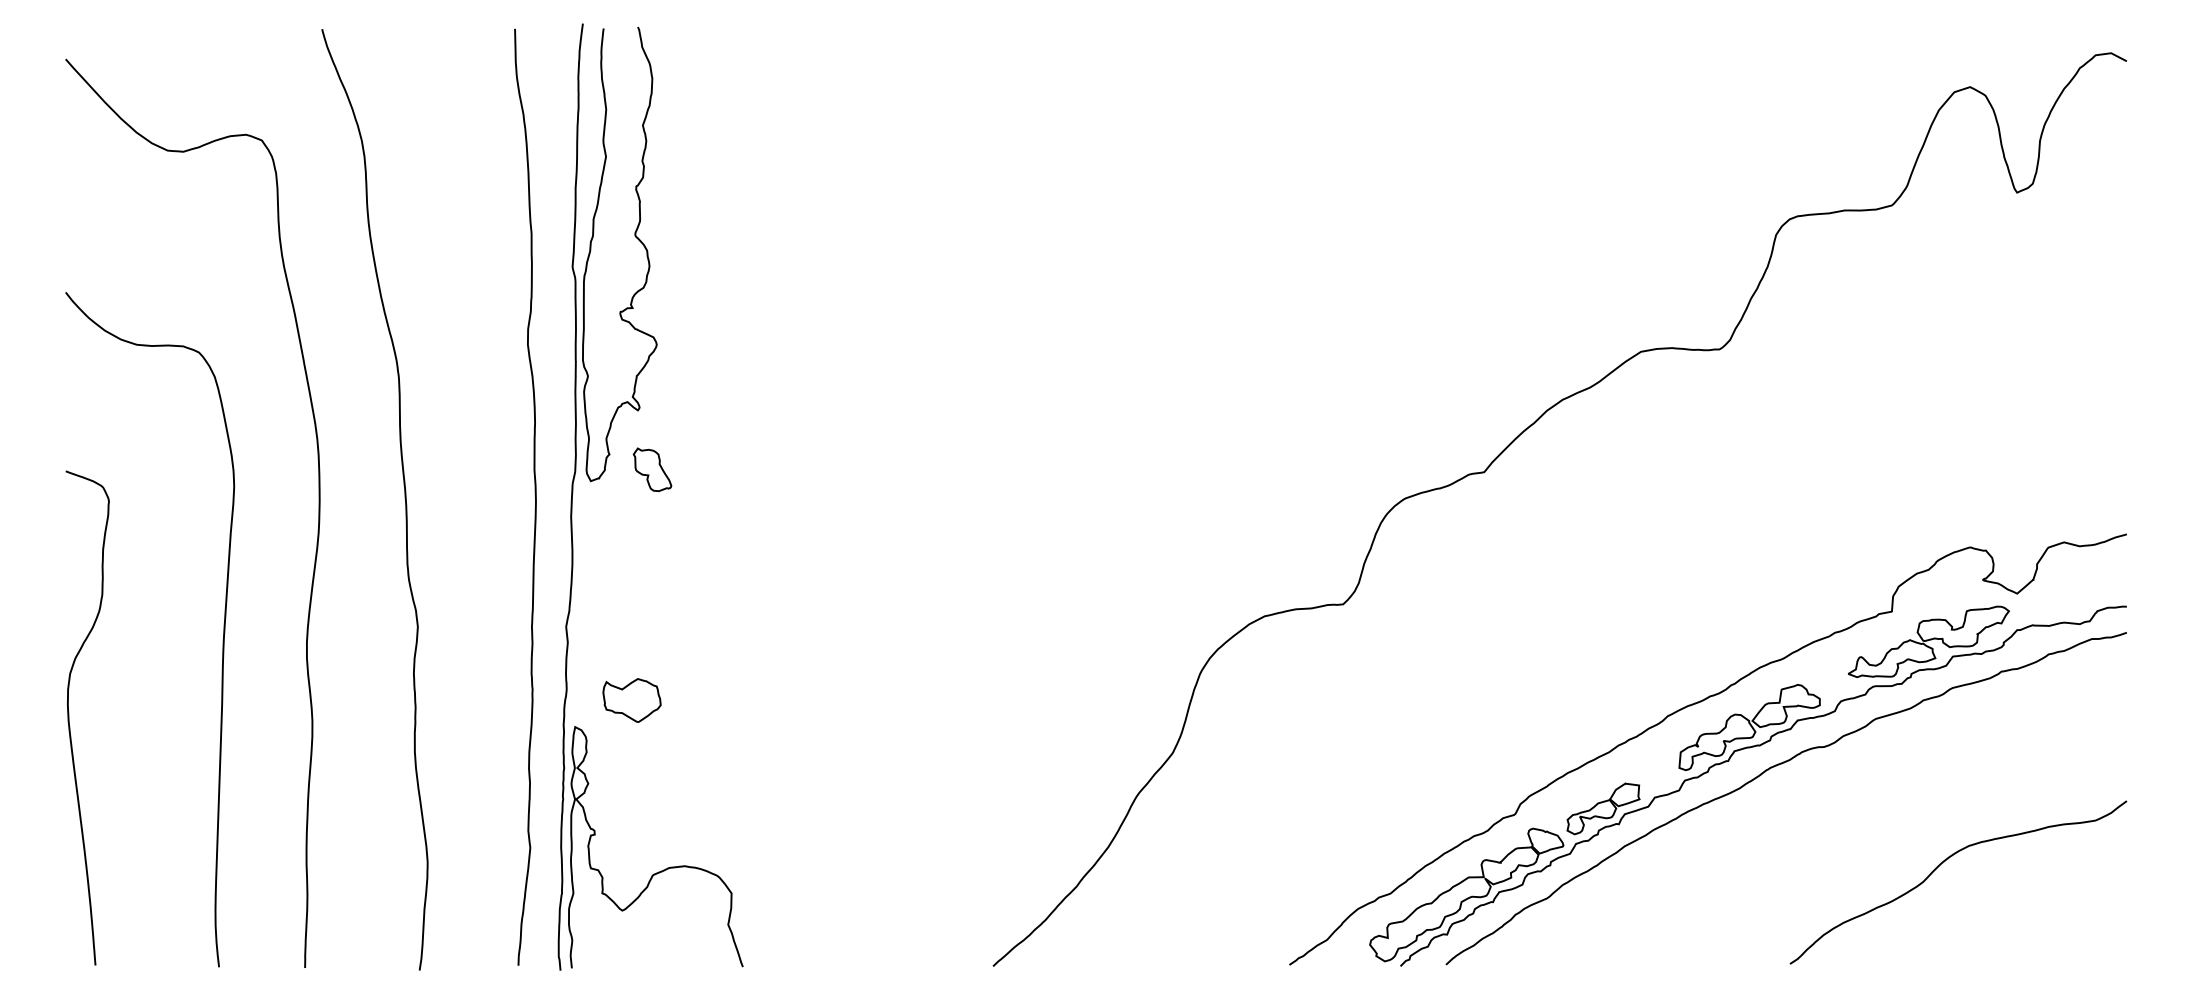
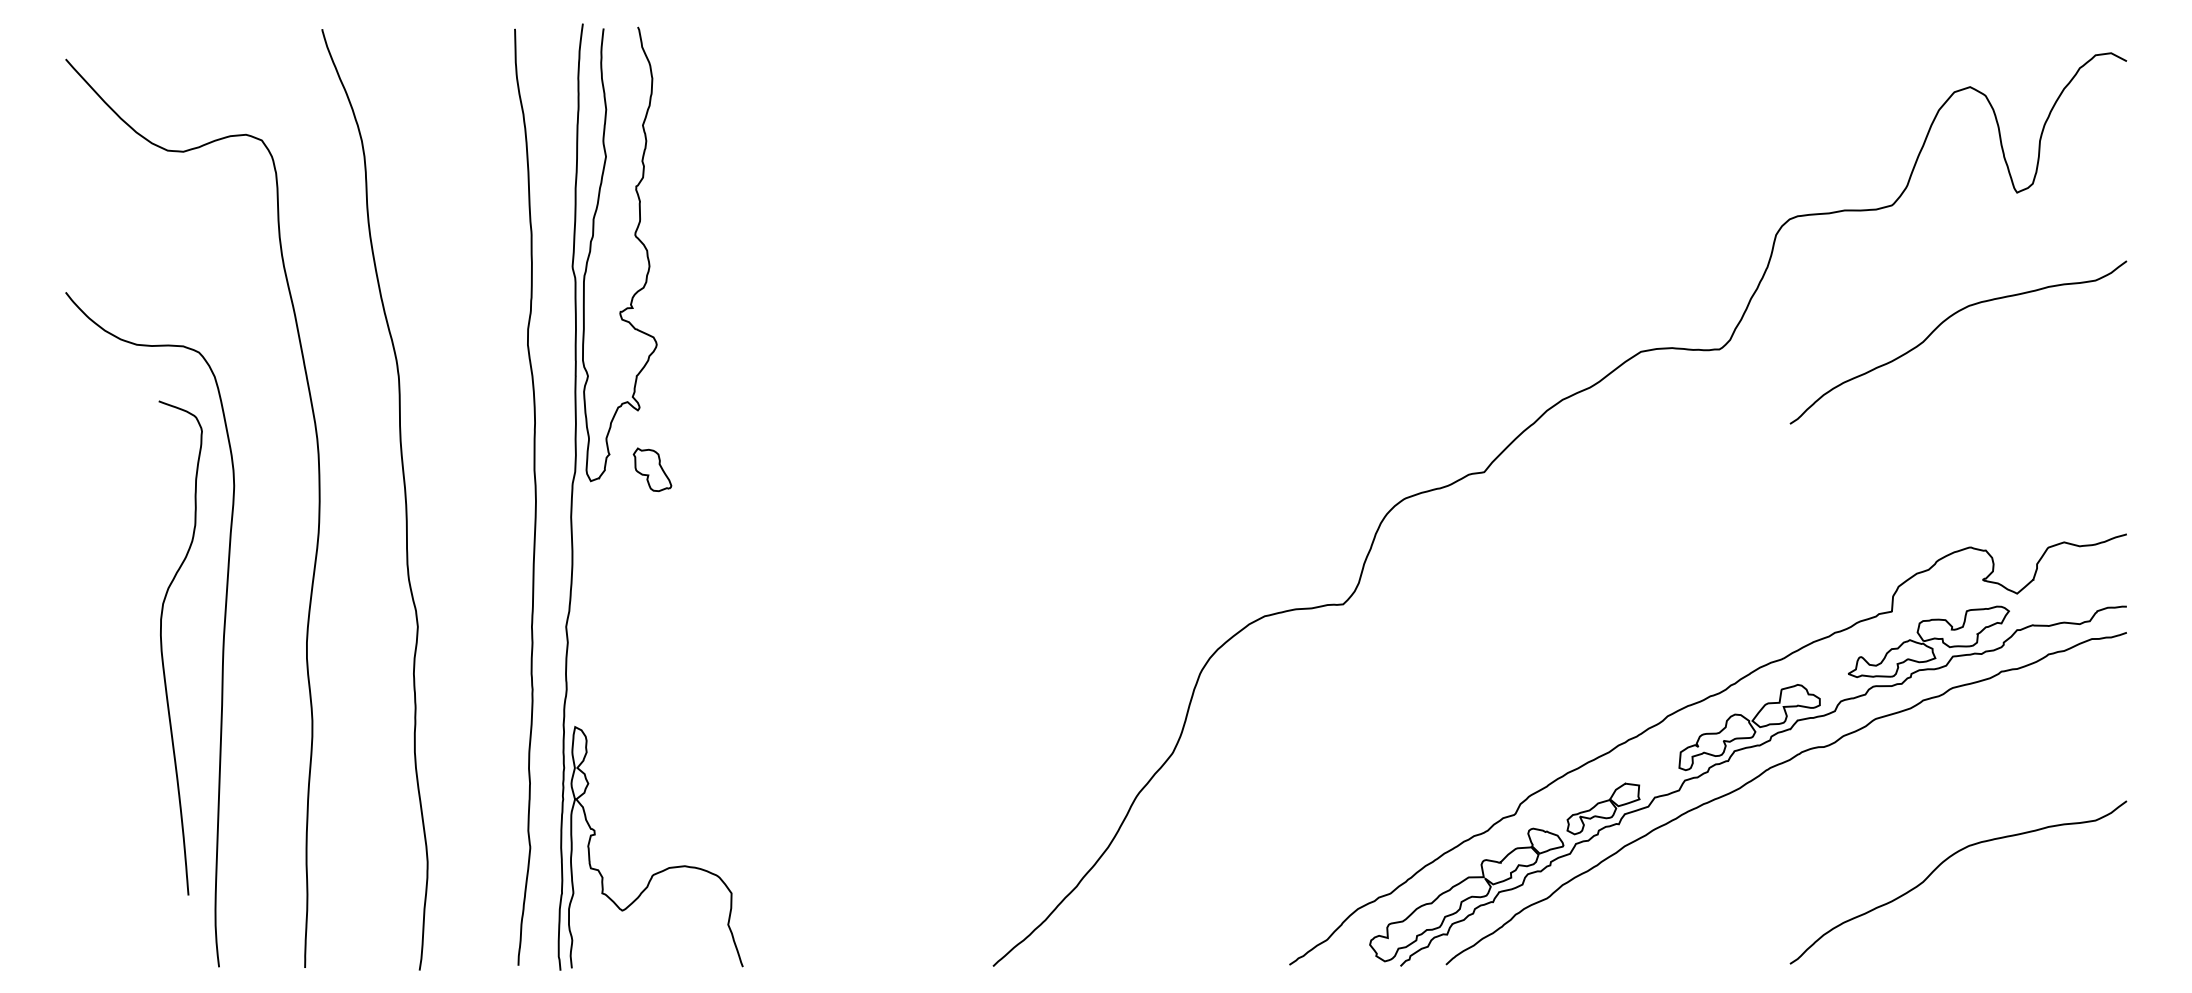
curve at (1944, 322): none -> present
part at (631, 700): present -> none
curve at (69, 717) position: (69, 717) -> (162, 647)
